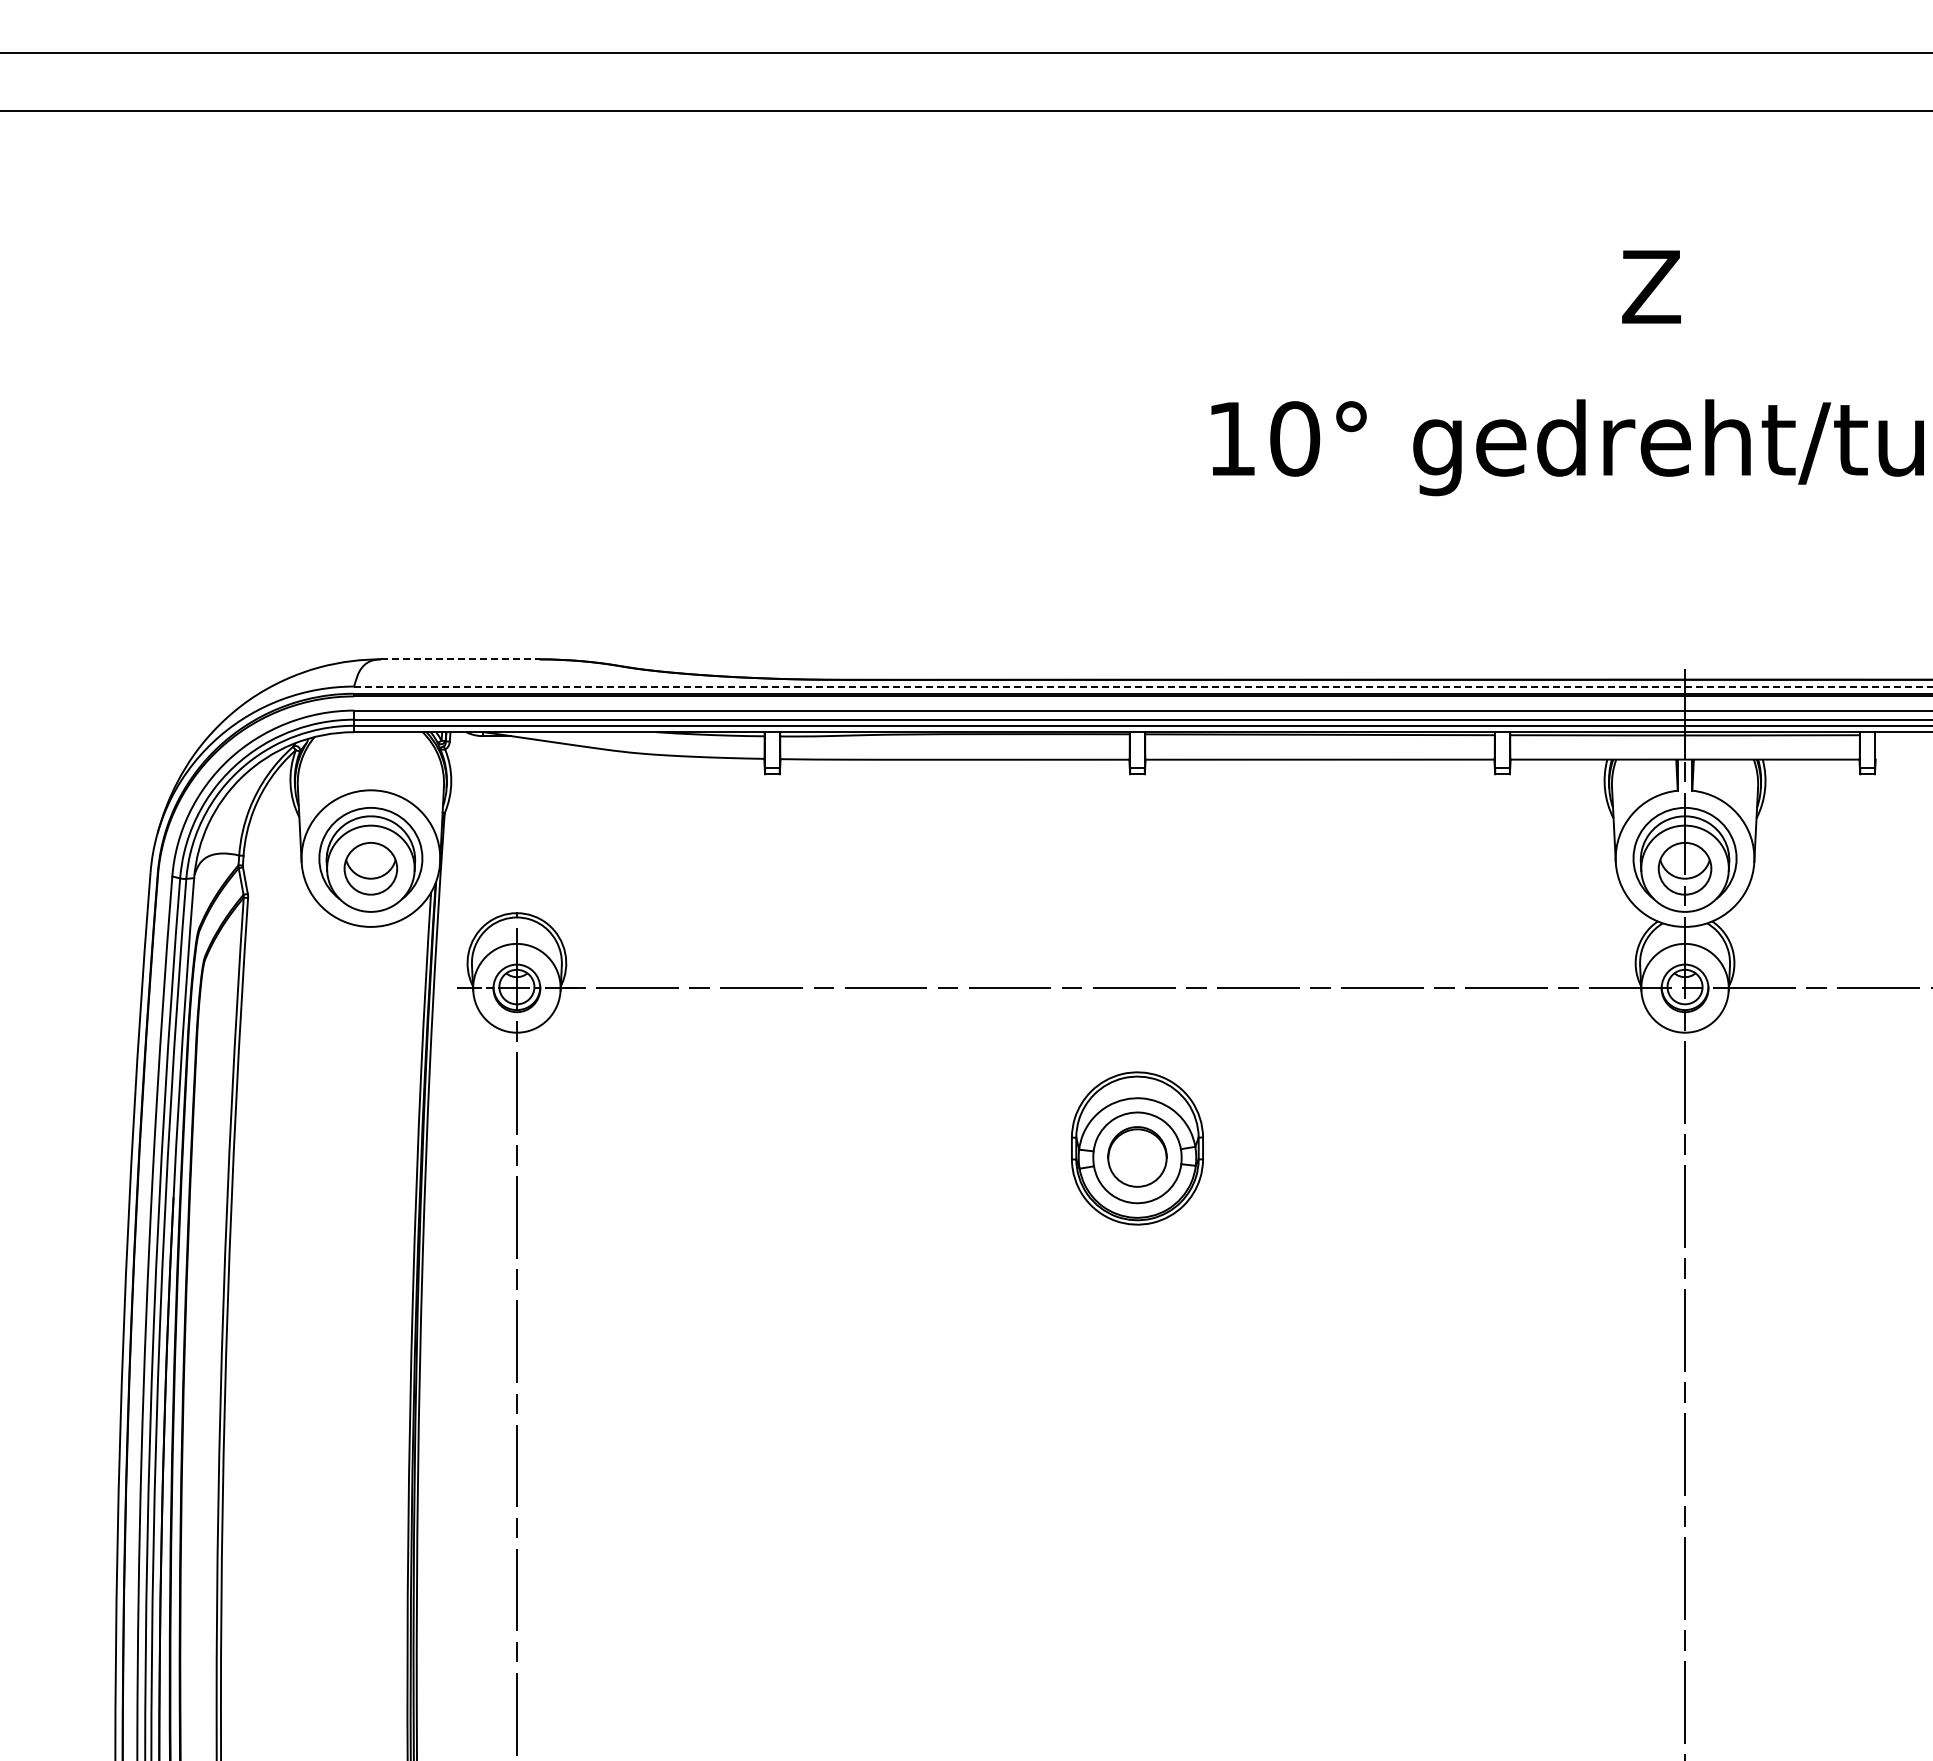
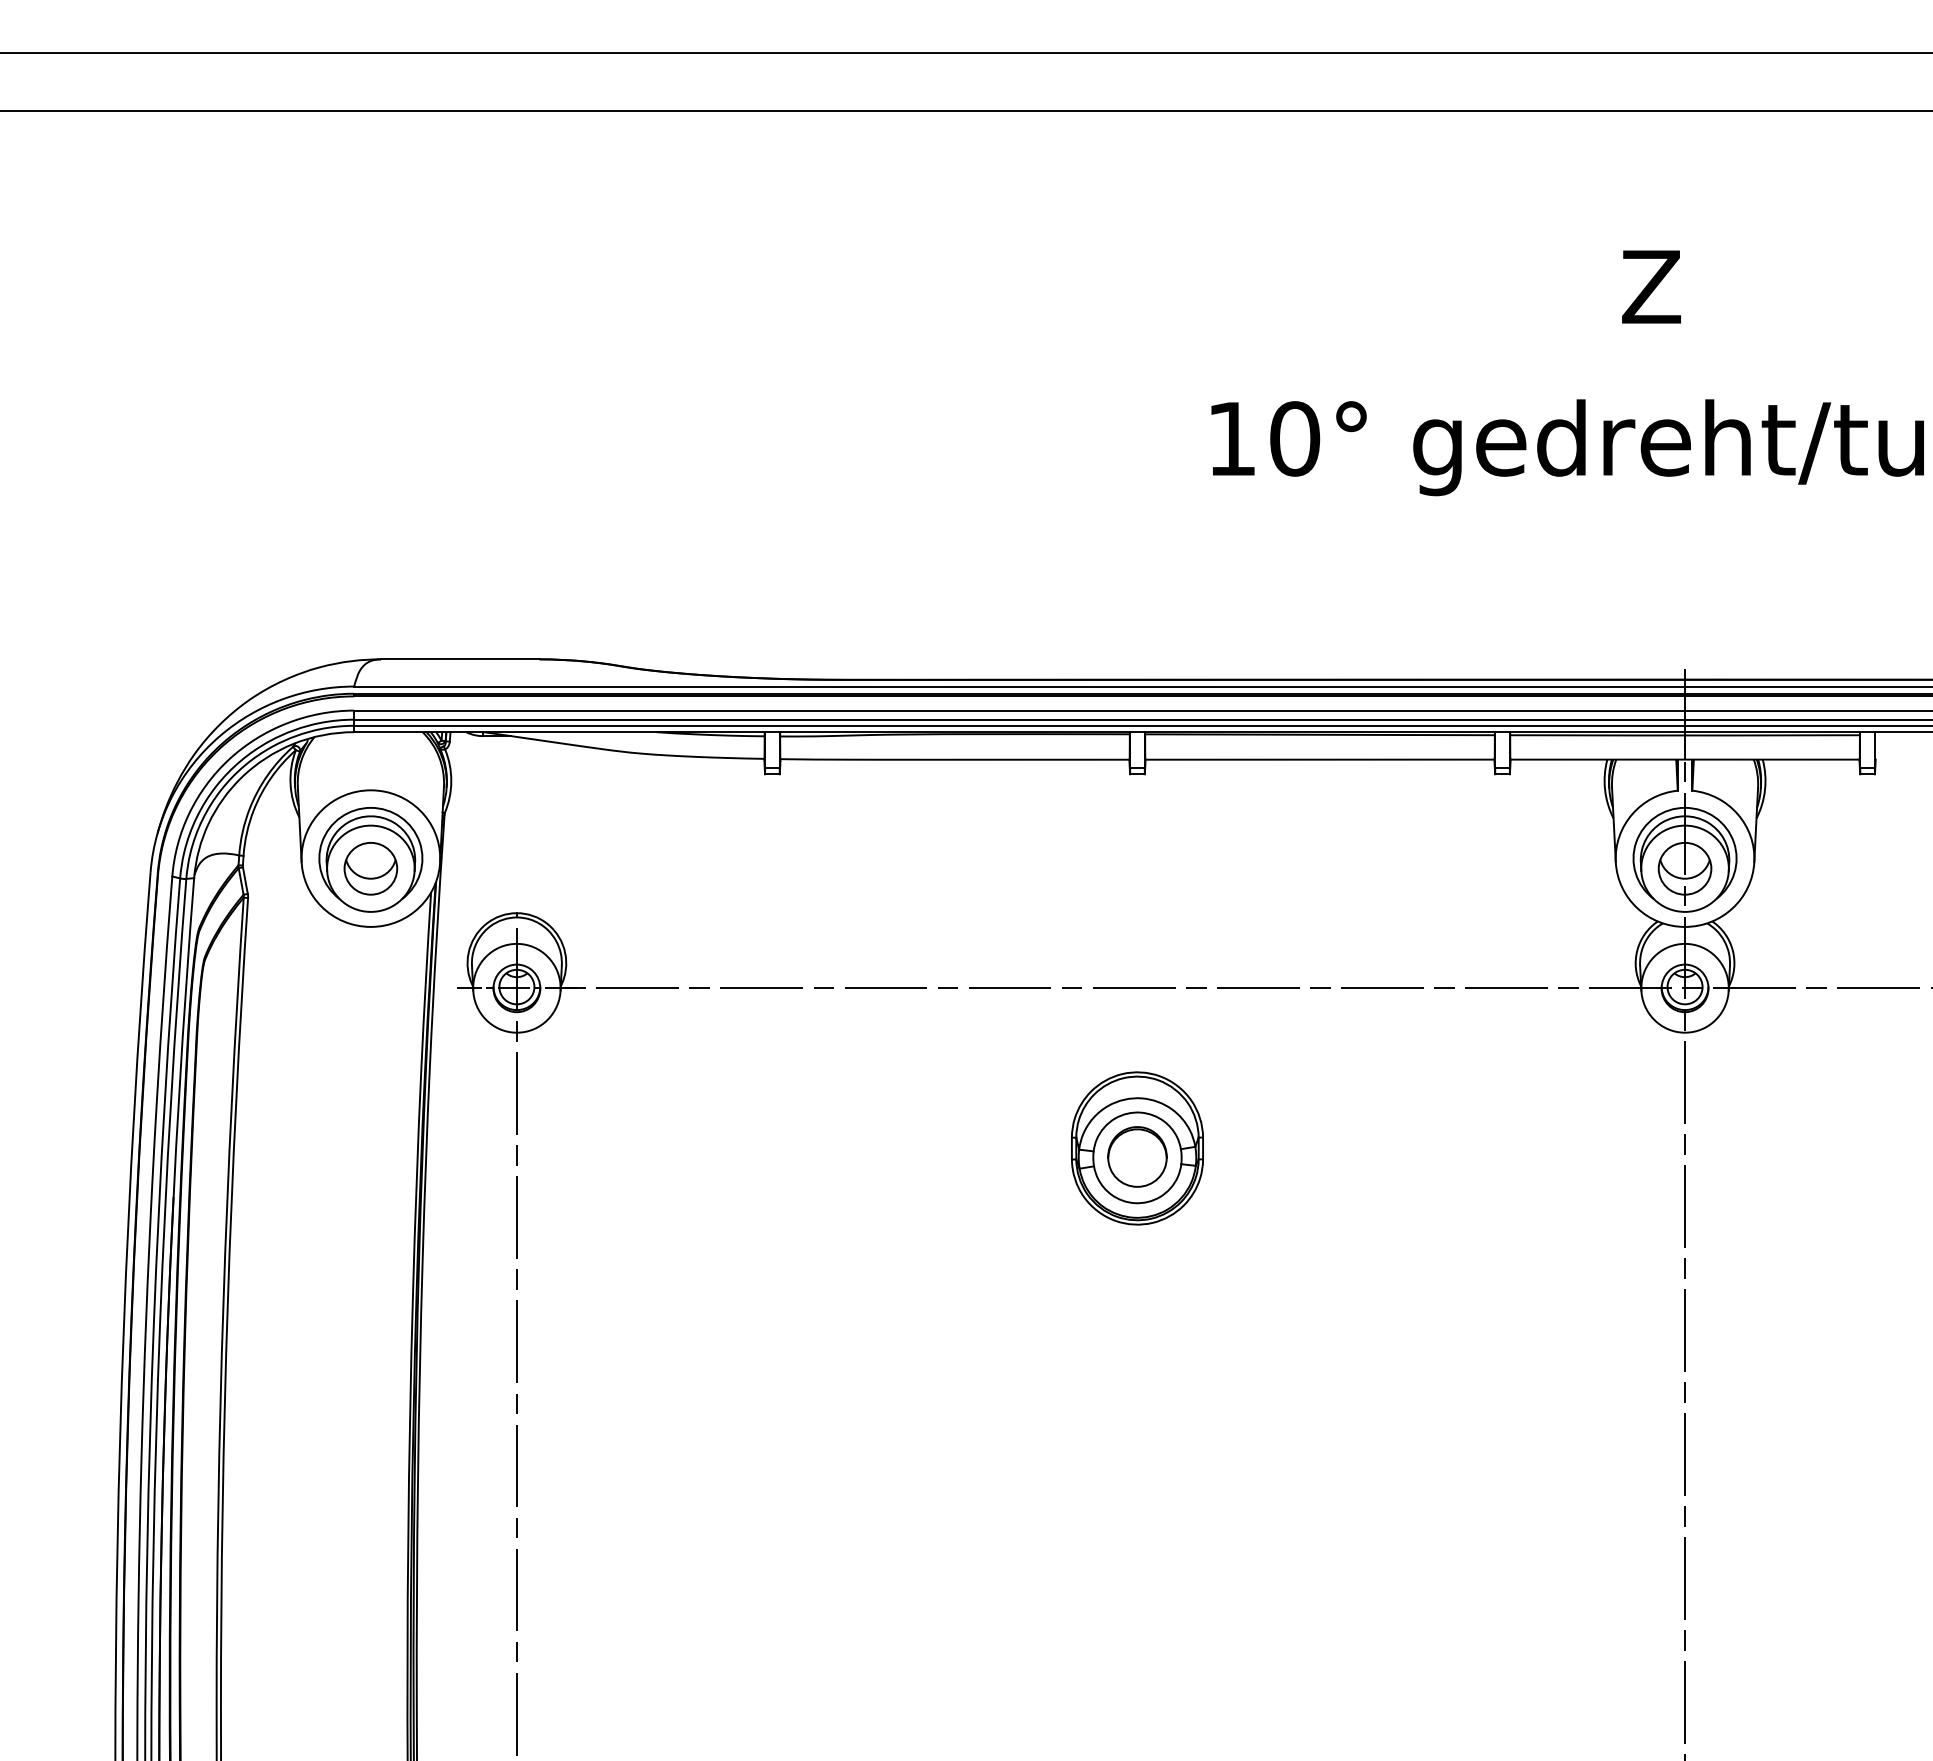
line at (460, 659): dashed -> solid
line at (1143, 686): dashed -> solid
